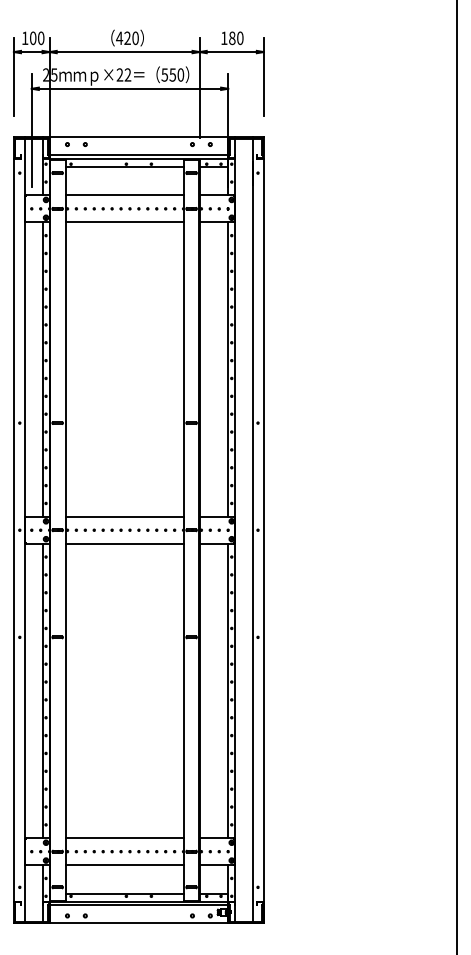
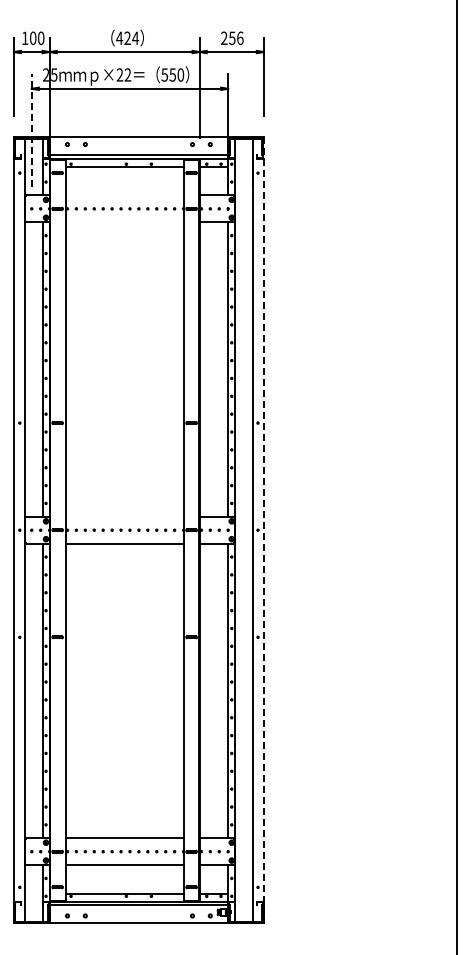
text at (232, 37): 180 -> 256
text at (135, 38): 420 -> 424
line at (31, 130): solid -> dashed
line at (124, 195): present -> none
line at (124, 222): present -> none
line at (124, 516): present -> none
line at (263, 530): solid -> dashed
